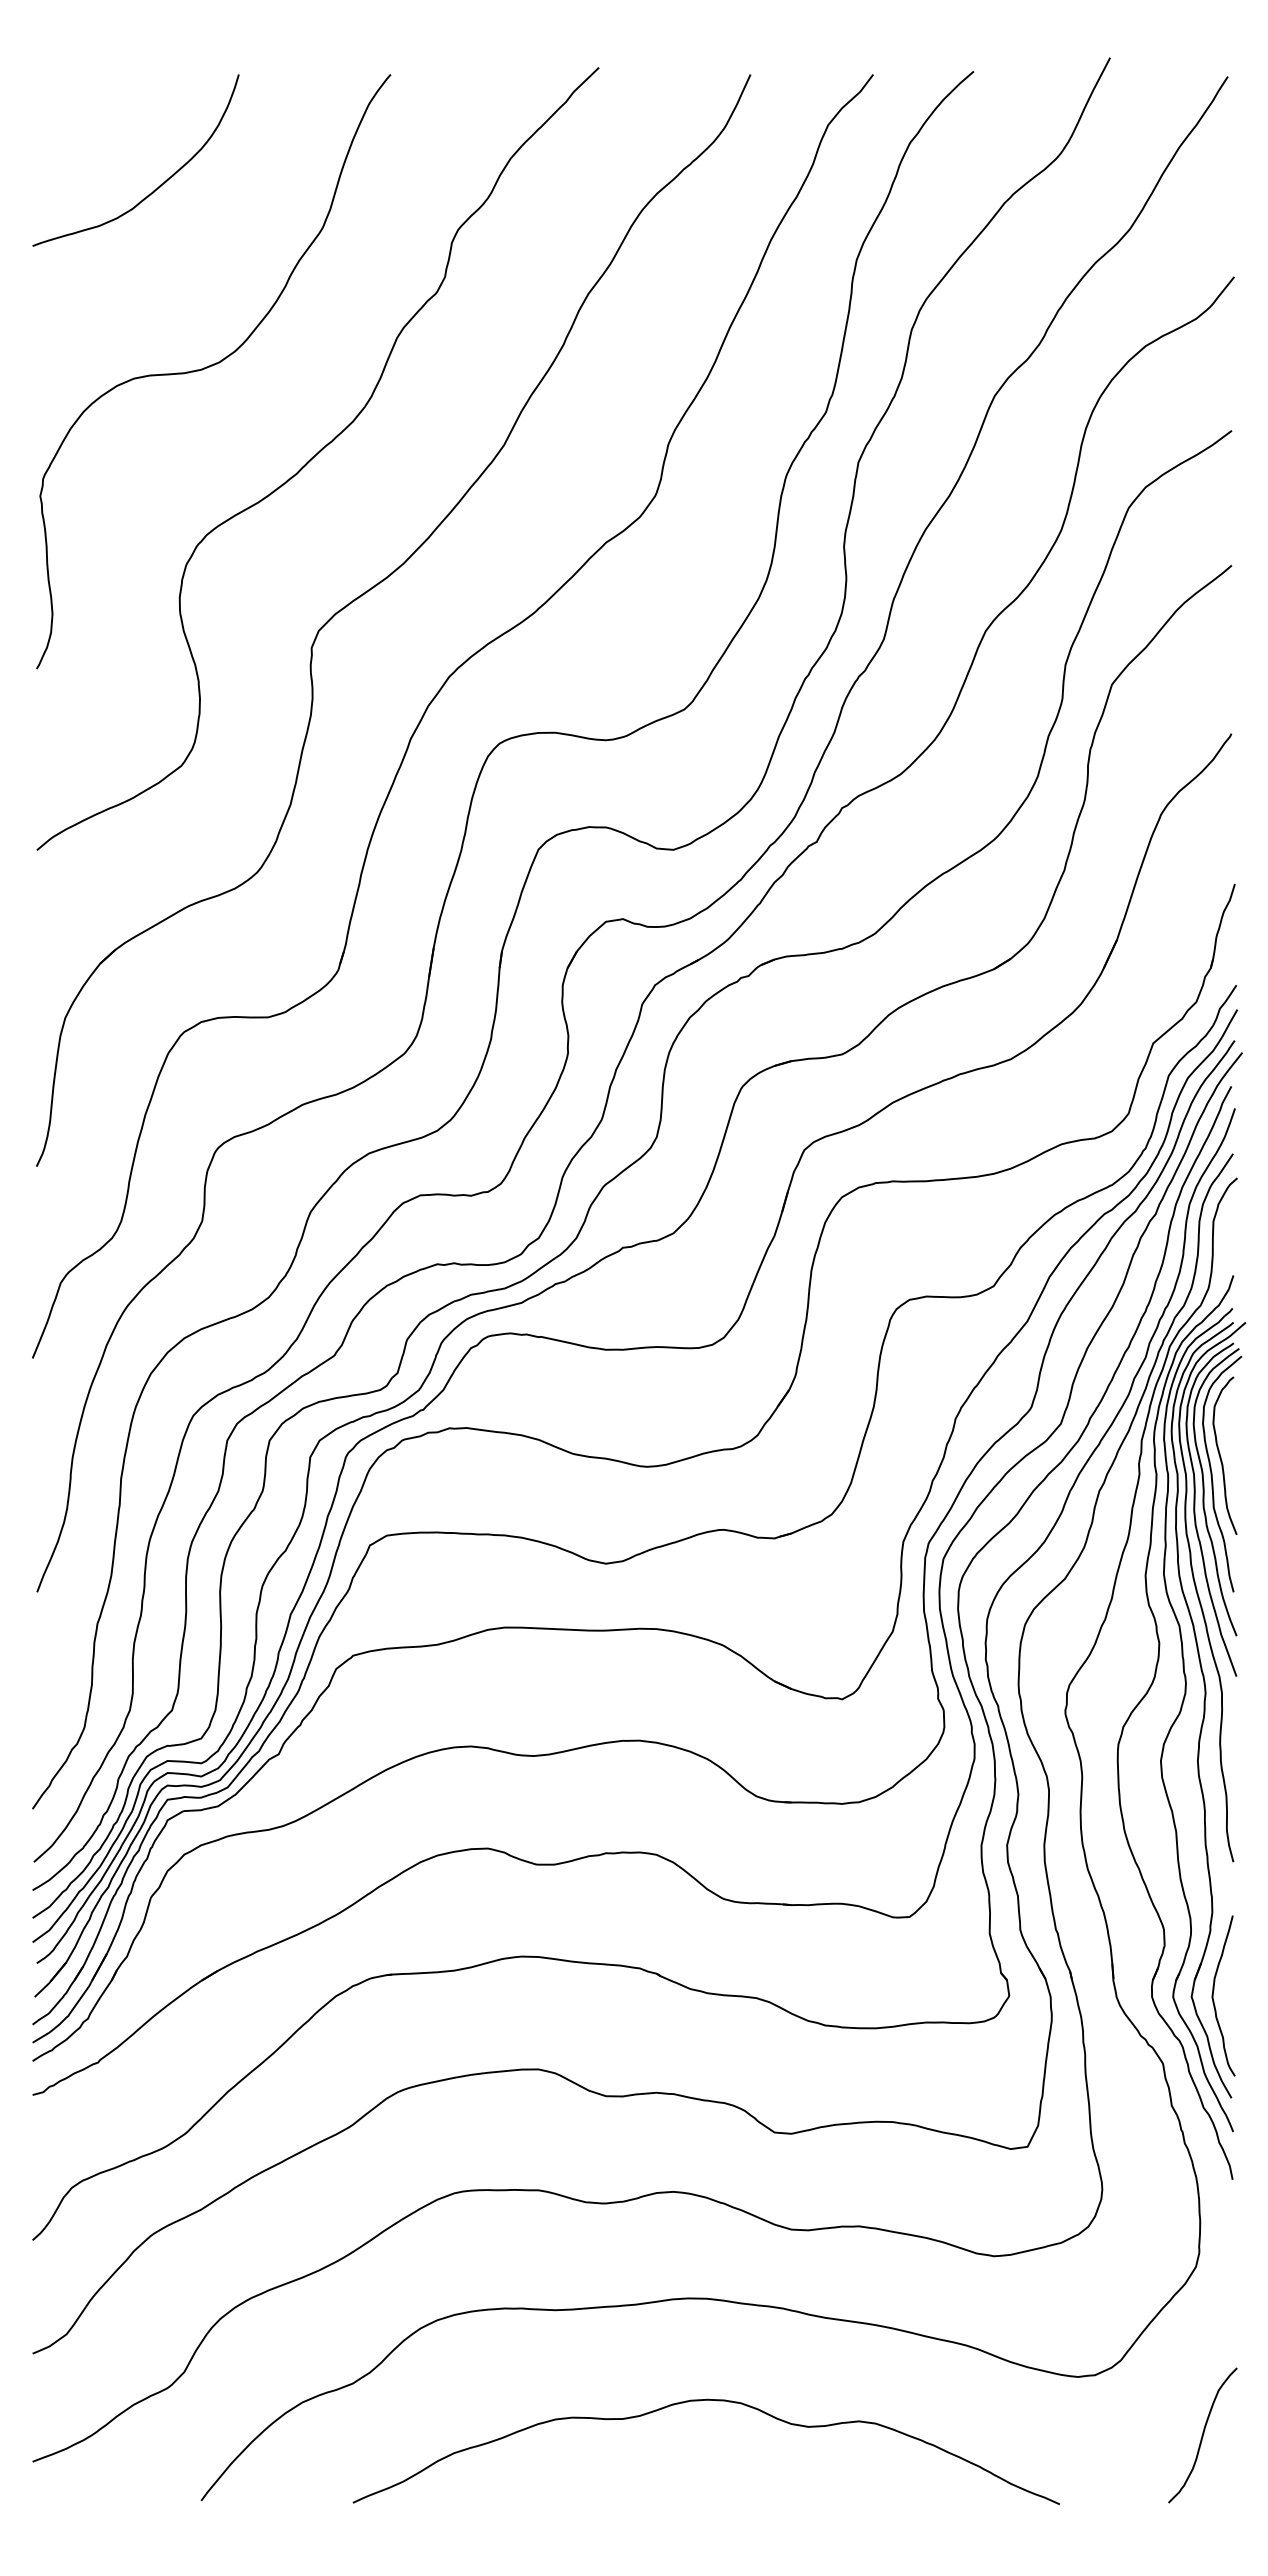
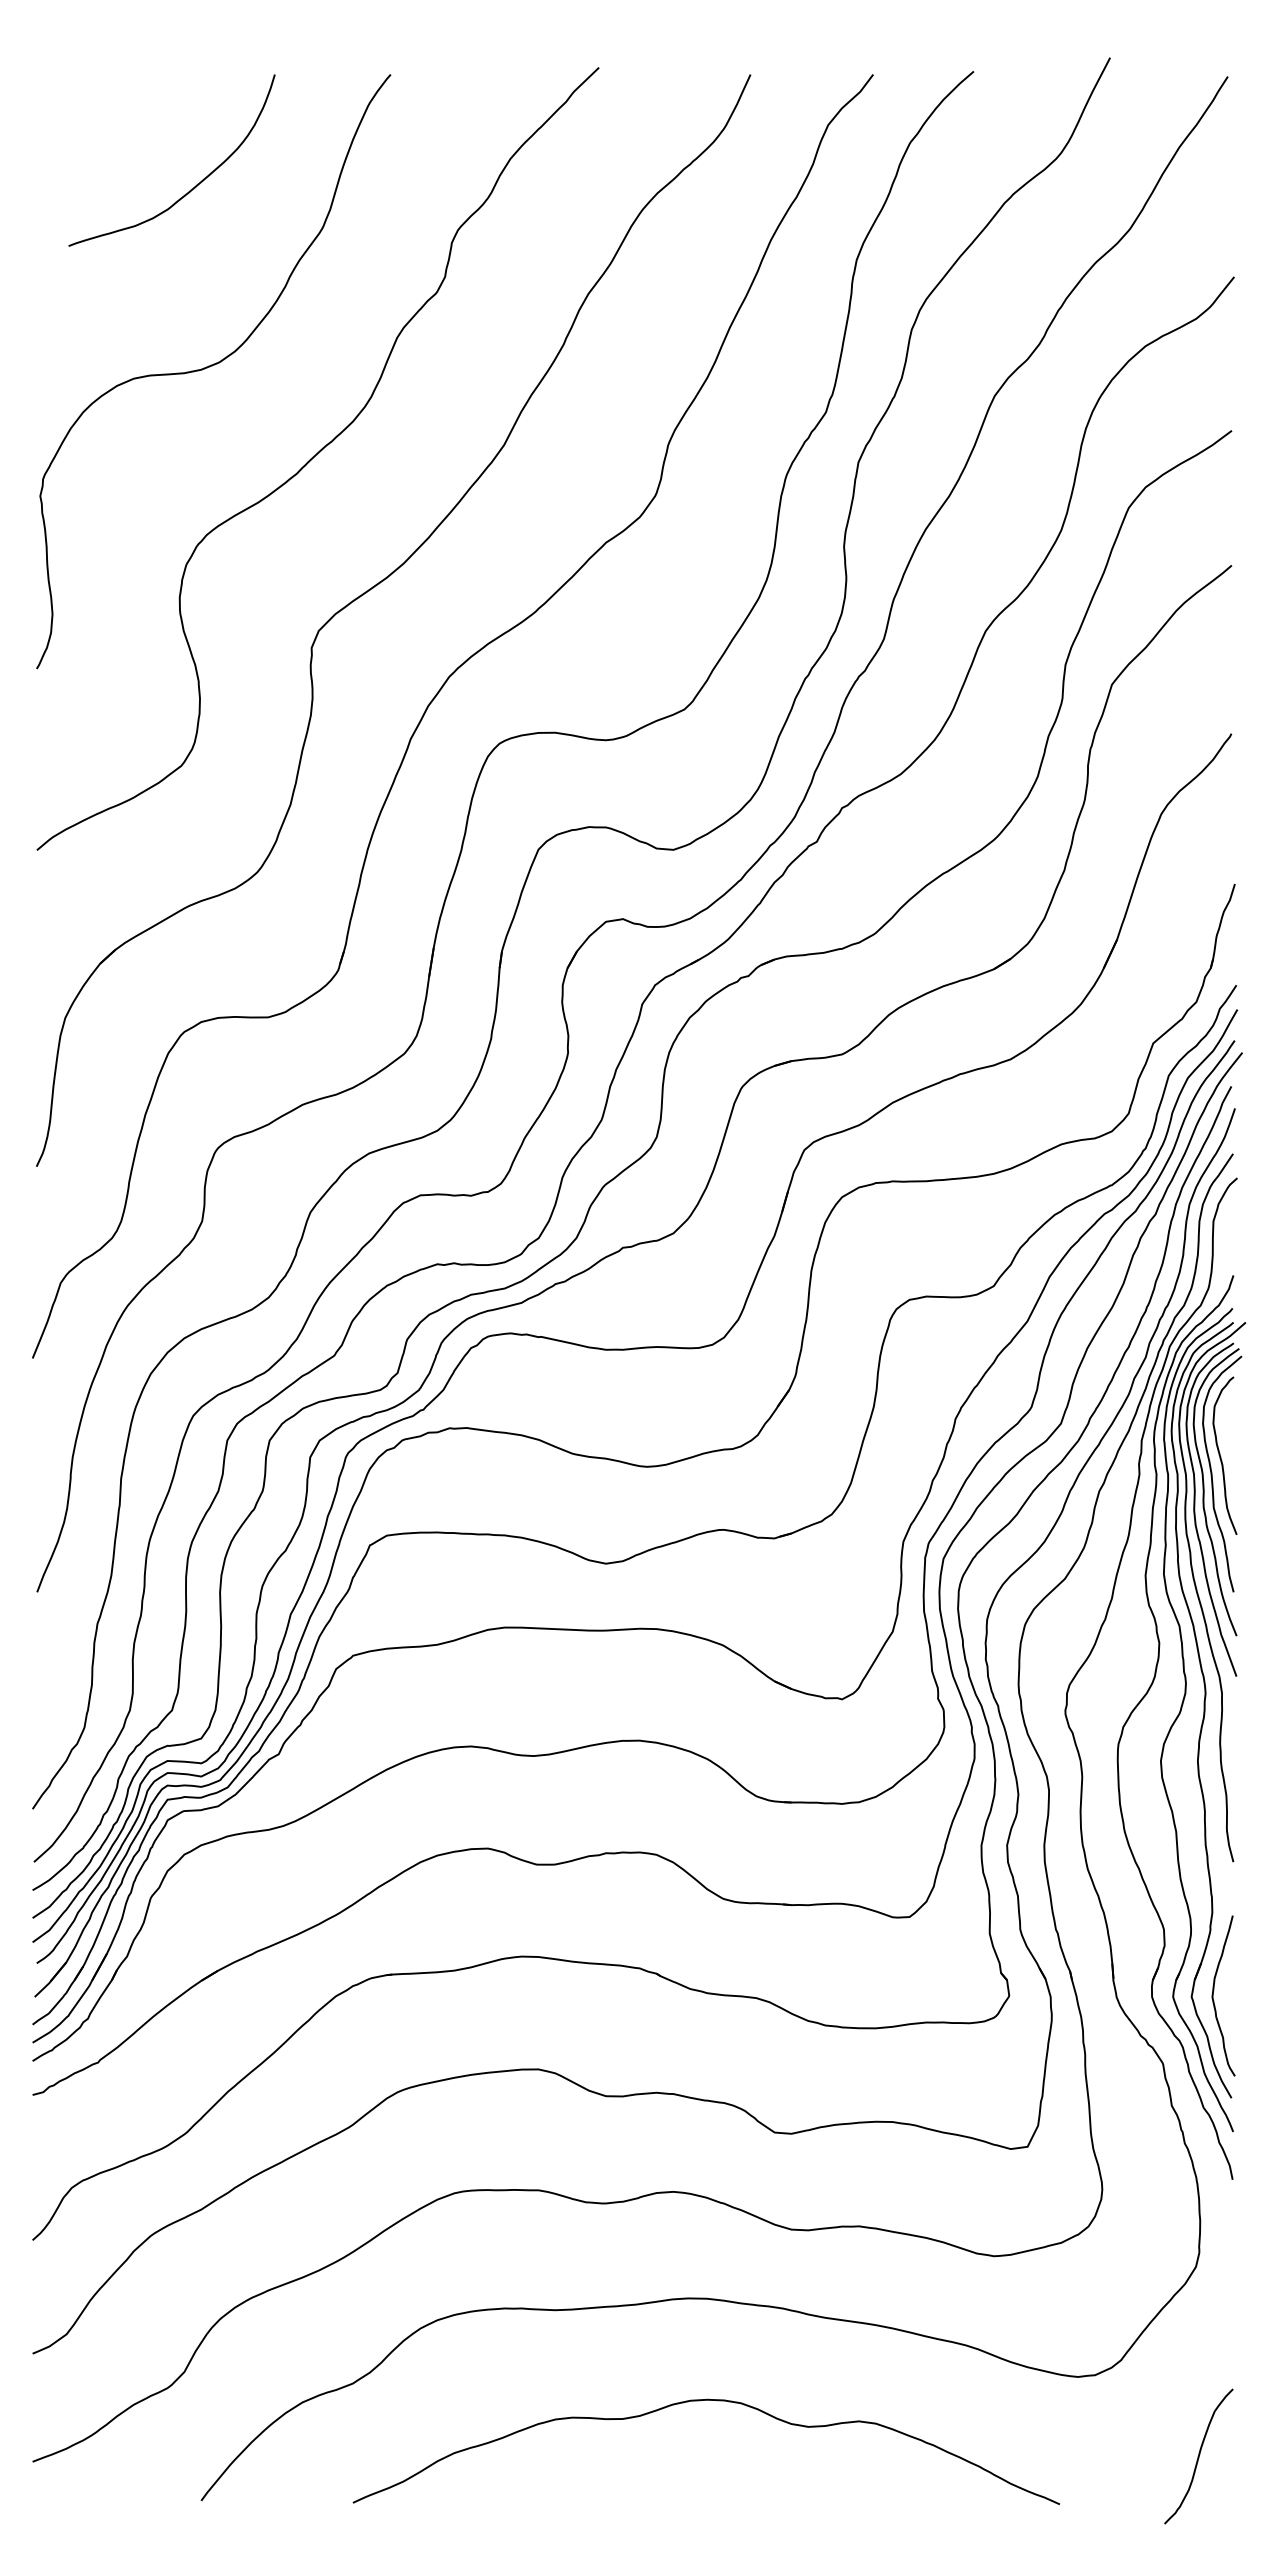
curve at (160, 184) position: (160, 184) -> (196, 184)
curve at (1202, 2435) position: (1202, 2435) -> (1198, 2456)
